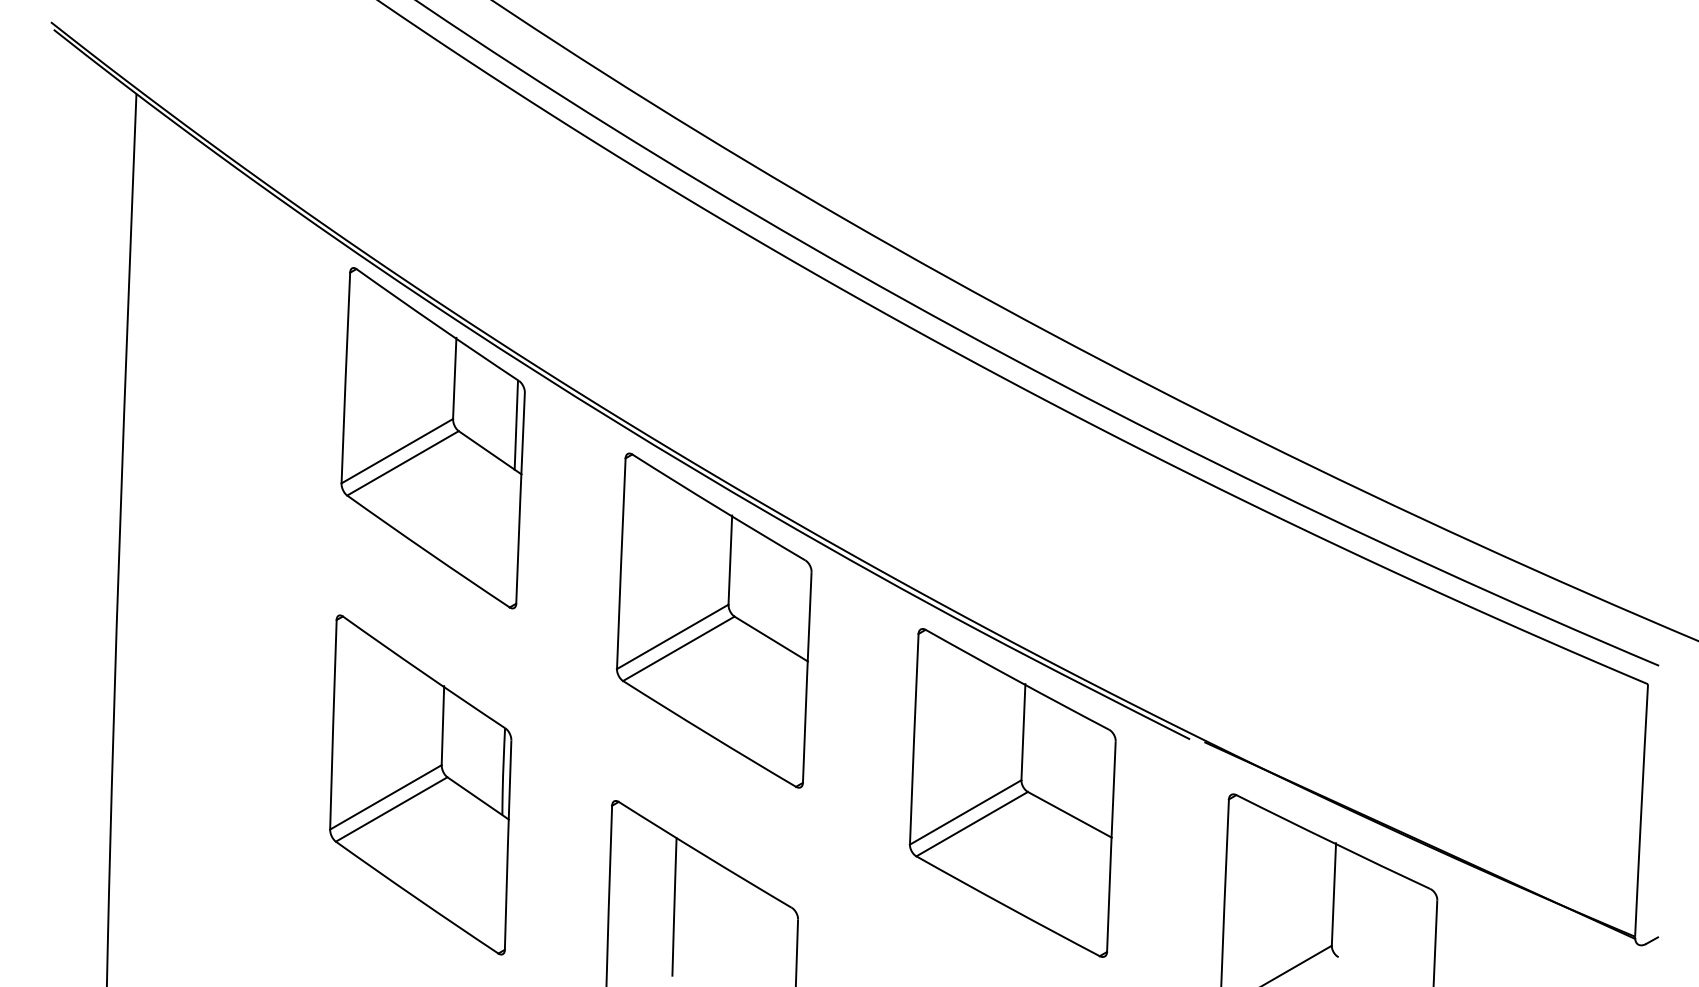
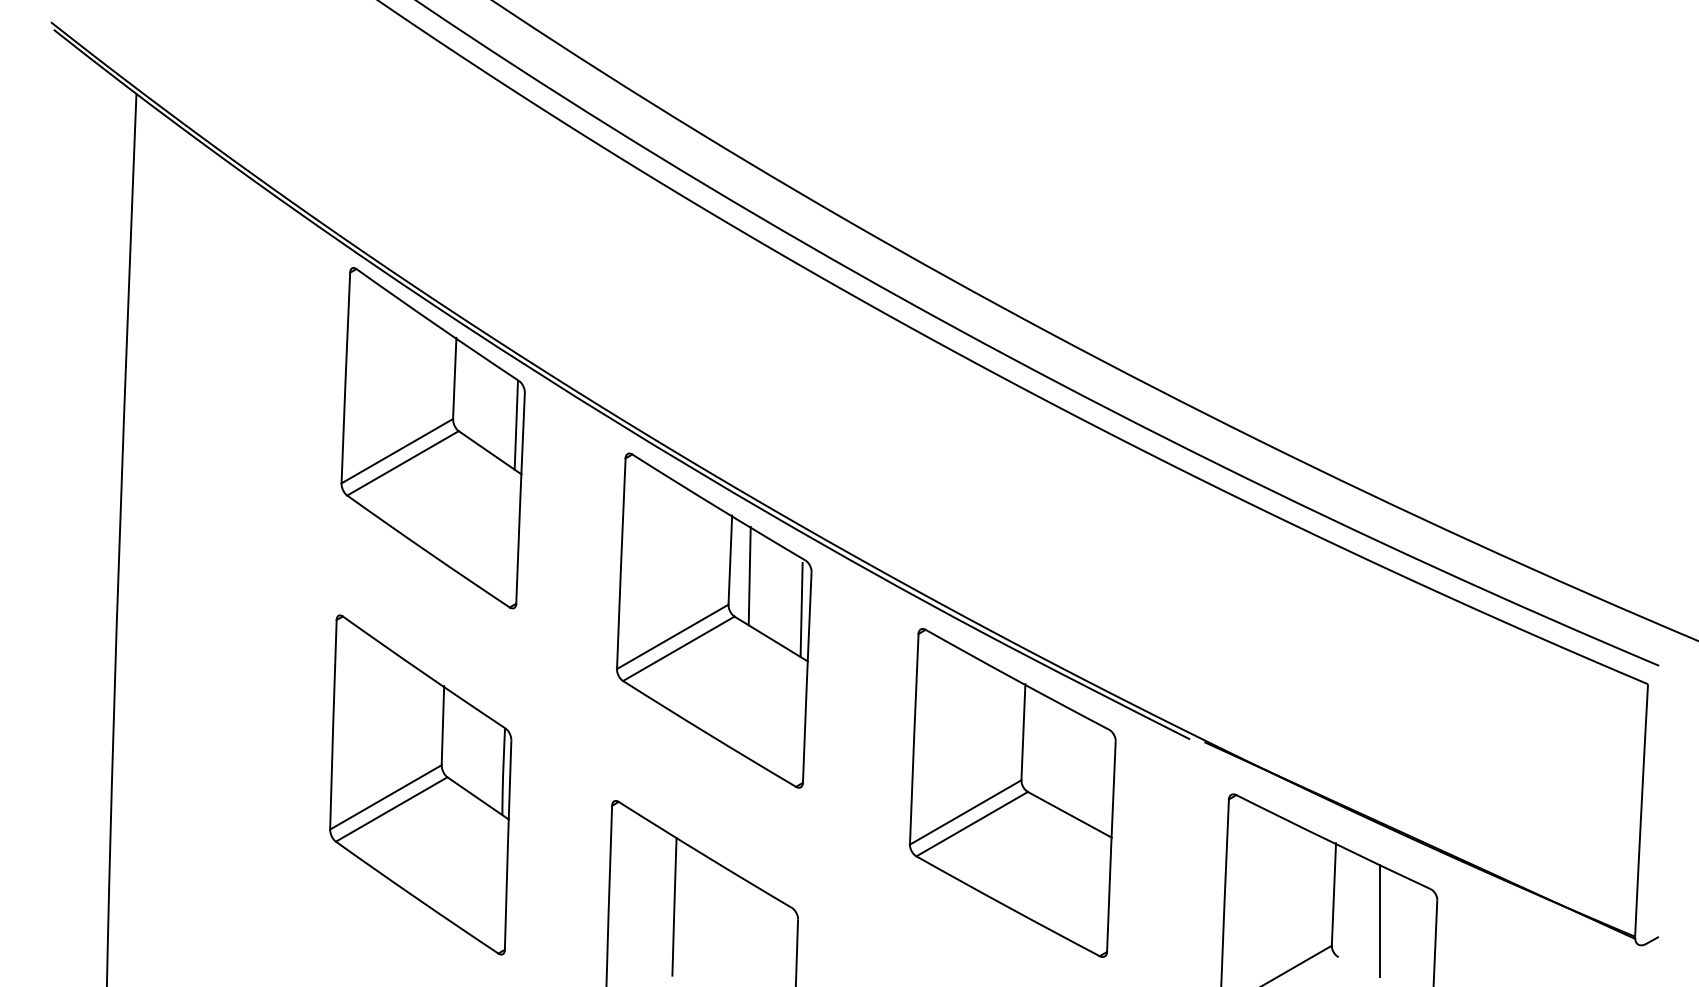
line at (749, 575): none -> present
line at (801, 610): none -> present
line at (1380, 920): none -> present
